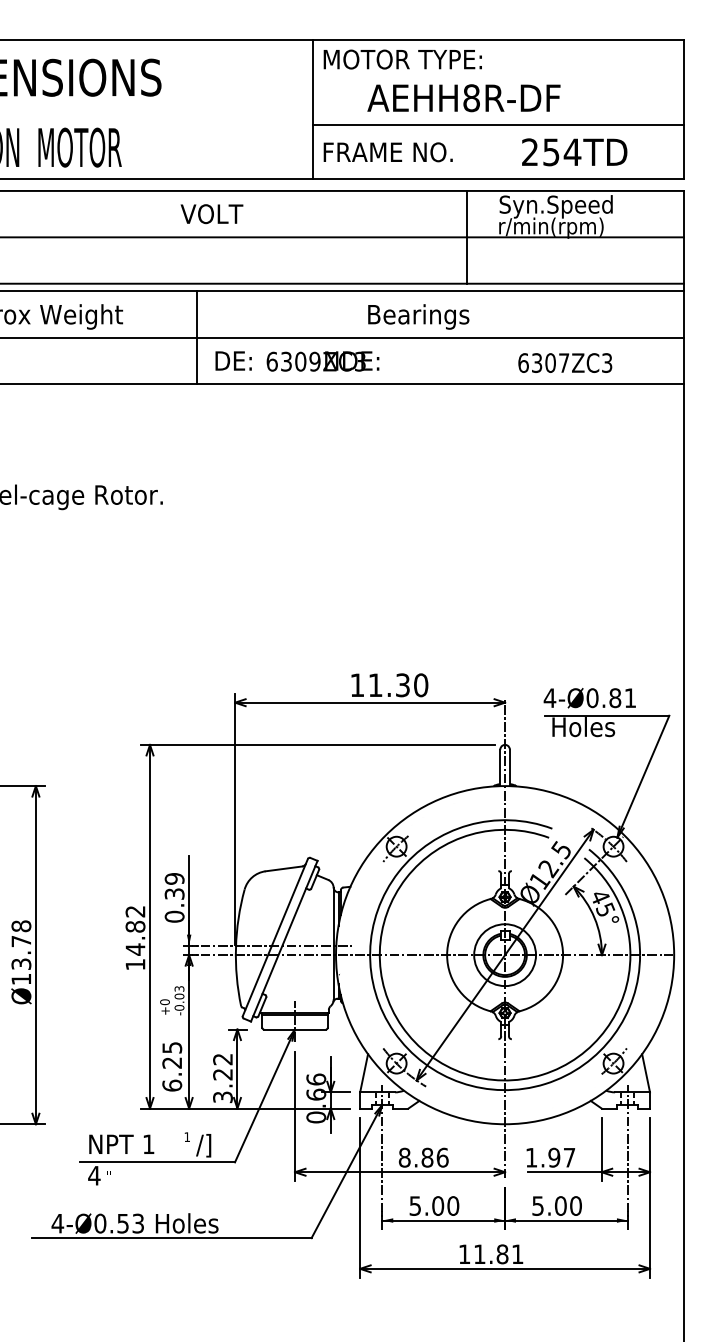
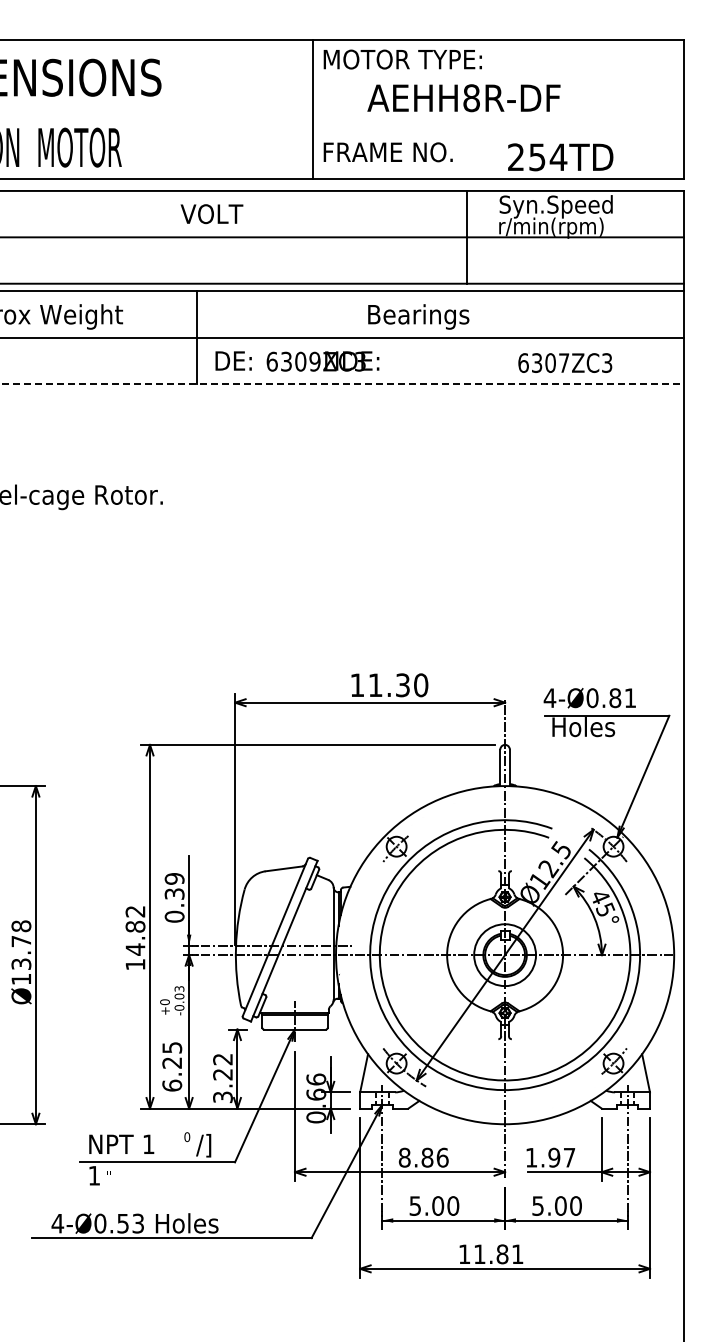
line at (497, 125): present -> none
text at (574, 152) position: (574, 152) -> (560, 157)
line at (341, 384): solid -> dashed
text at (187, 1137): 1 -> 0
text at (94, 1175): 4 -> 1
